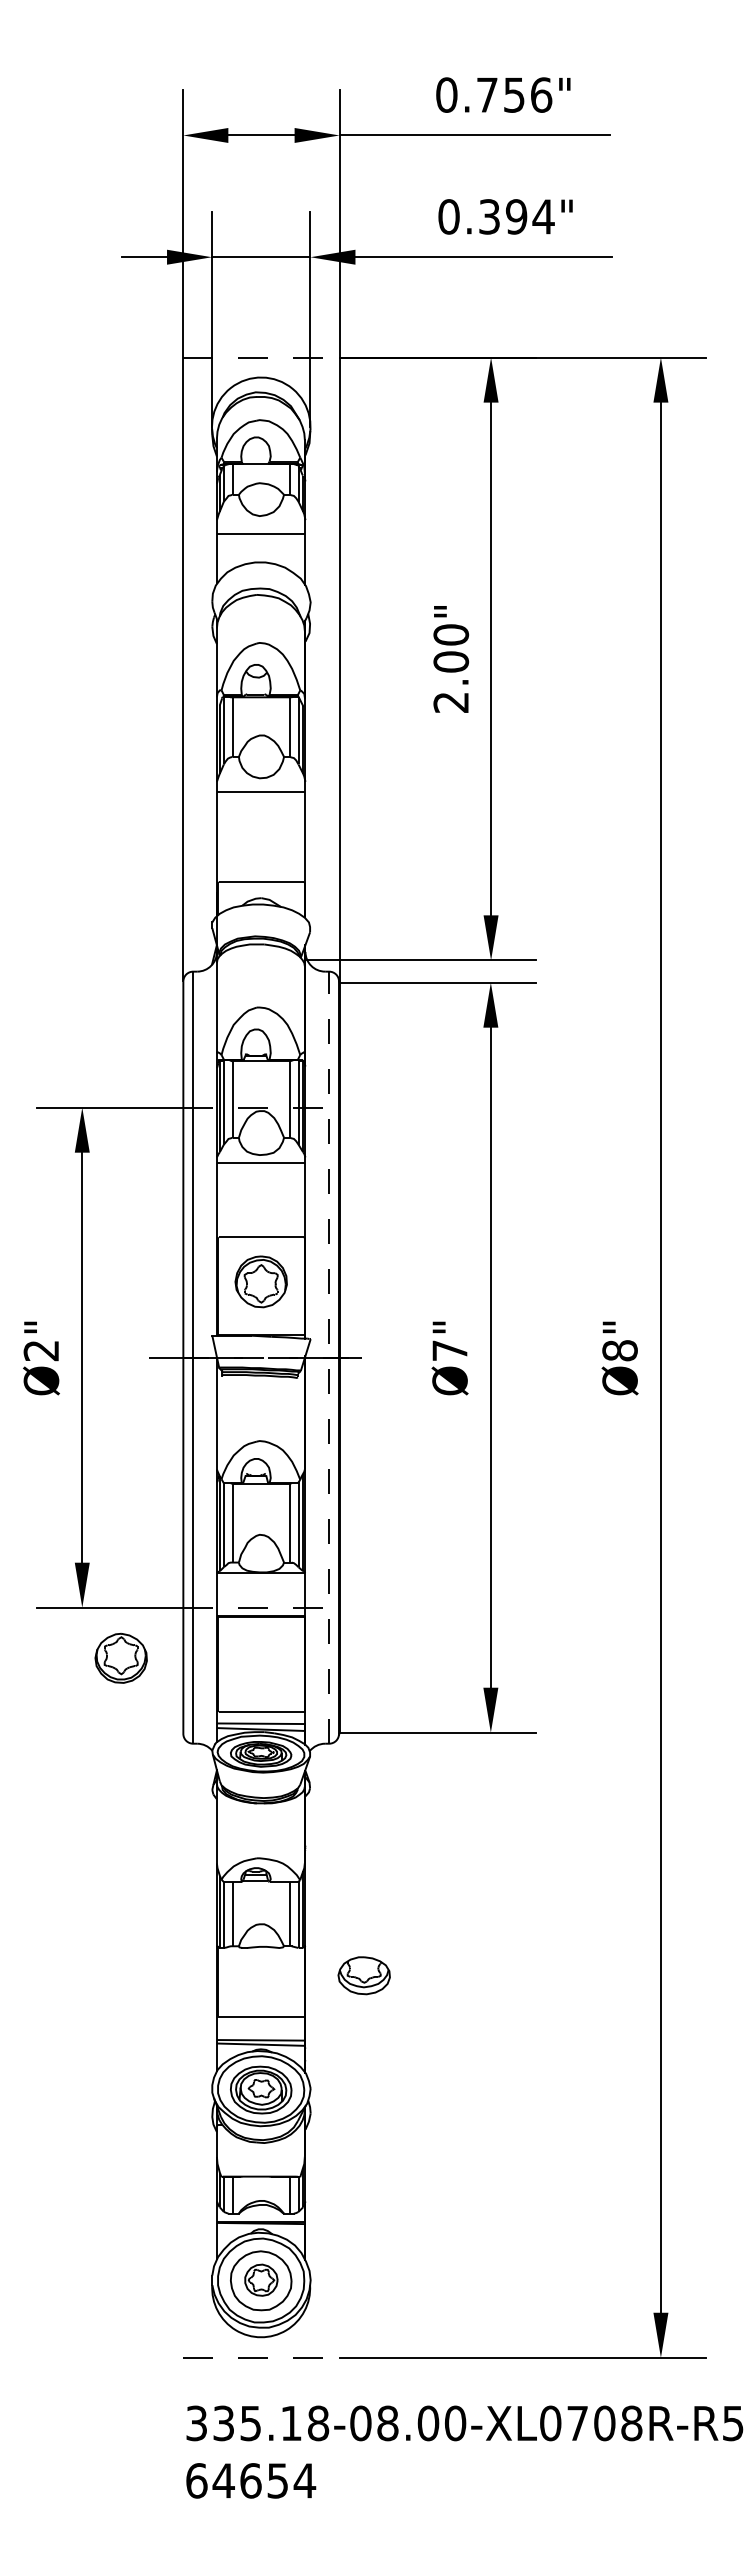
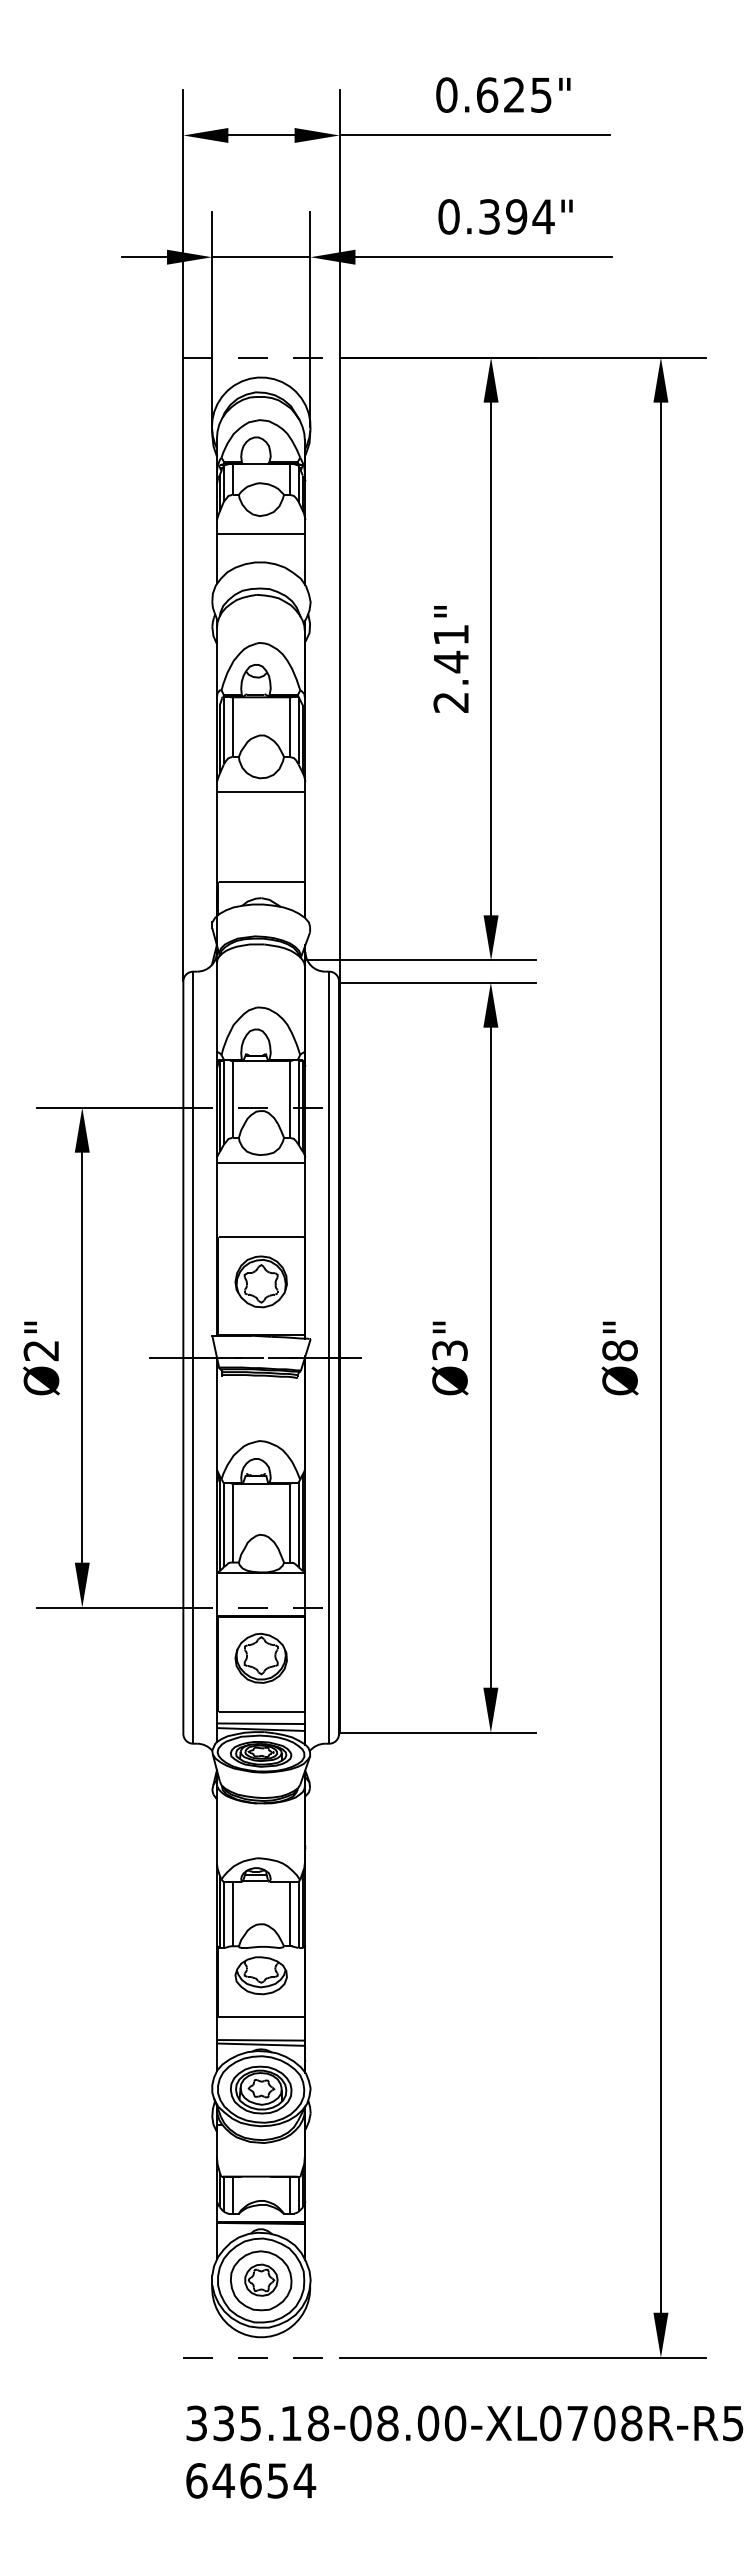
text at (514, 94): 0.756" -> 0.625"
text at (451, 648): 2.00" -> 2.41"
text at (449, 1350): Ø7" -> Ø3"
line at (329, 1357): dashed -> solid
part at (120, 1657) position: (120, 1657) -> (260, 1657)
part at (363, 1975) position: (363, 1975) -> (260, 1975)
